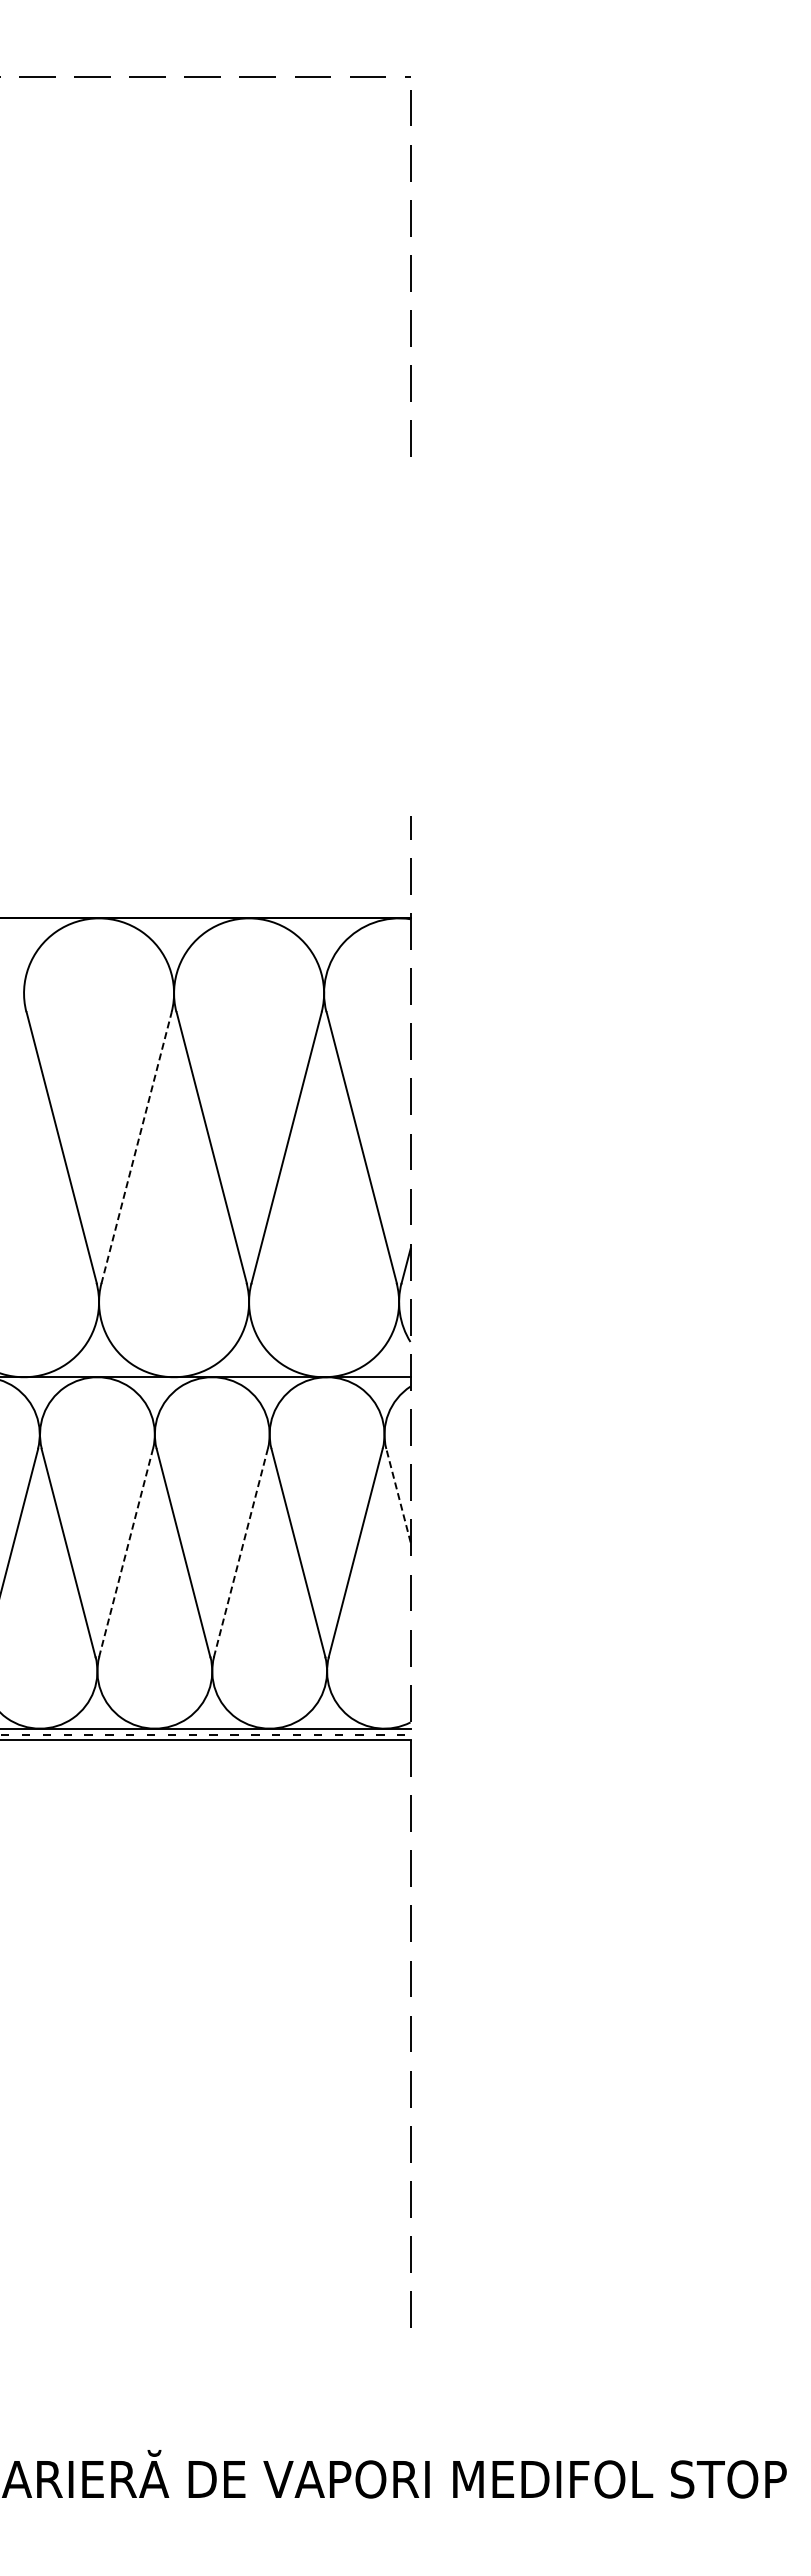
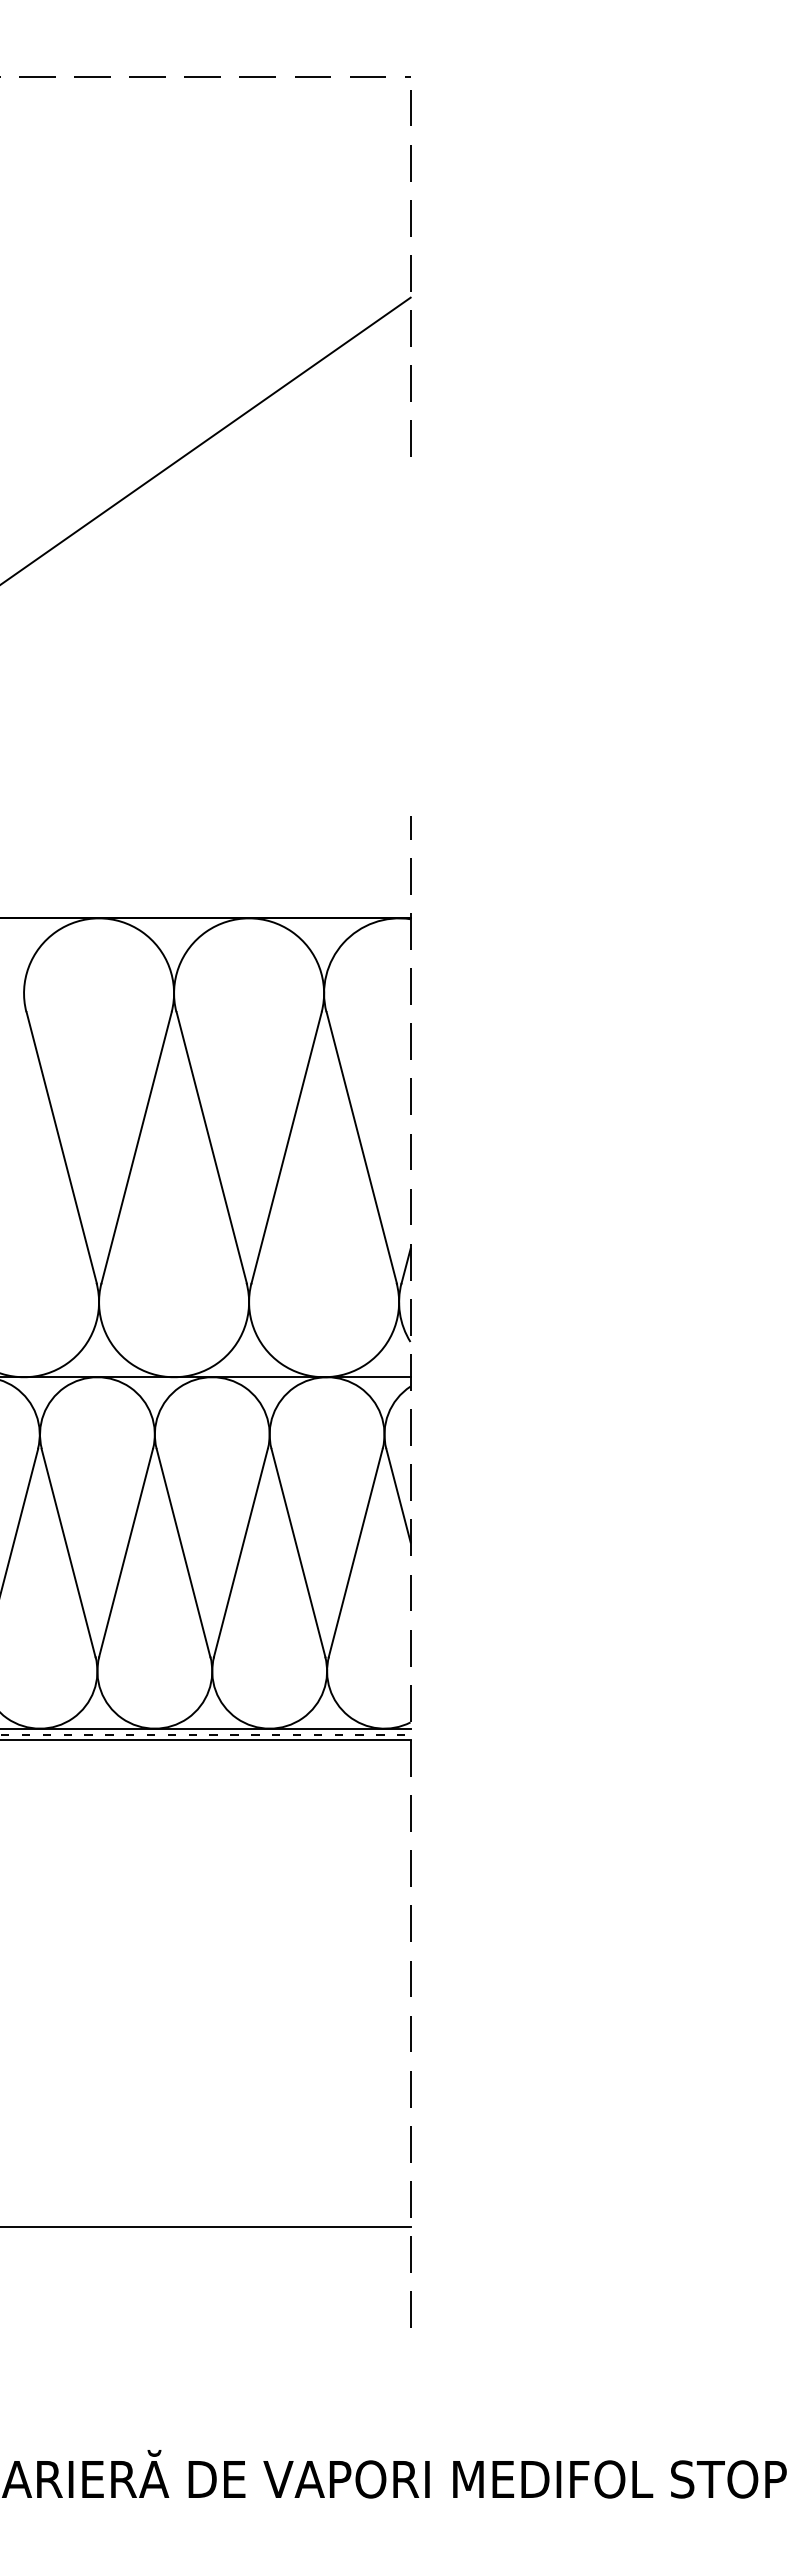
line at (206, 440): none -> present
line at (136, 1147): dashed -> solid
line at (398, 1495): dashed -> solid
line at (126, 1553): dashed -> solid
line at (240, 1553): dashed -> solid
line at (206, 2226): none -> present
